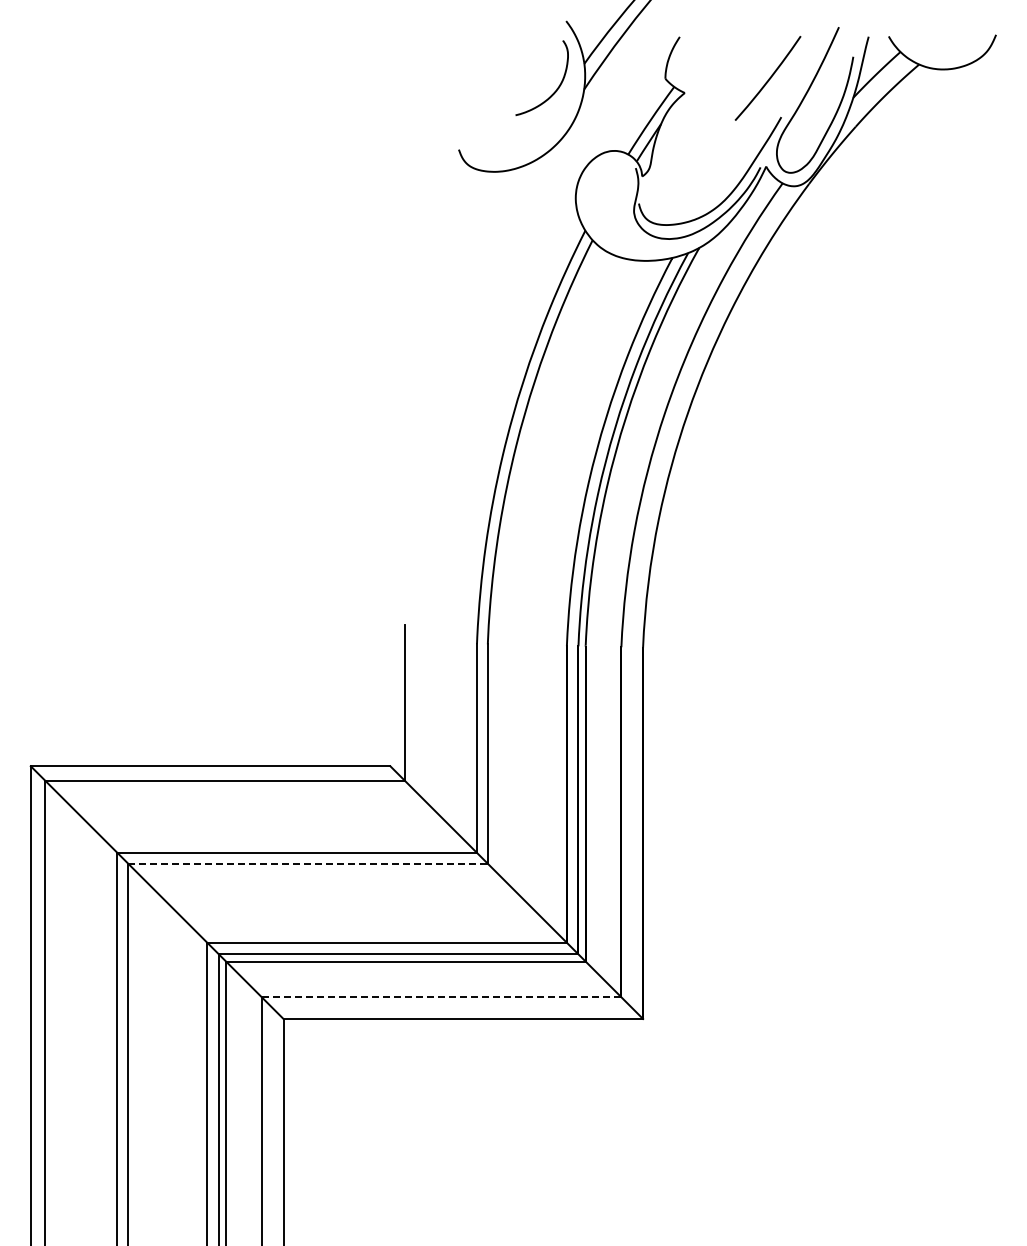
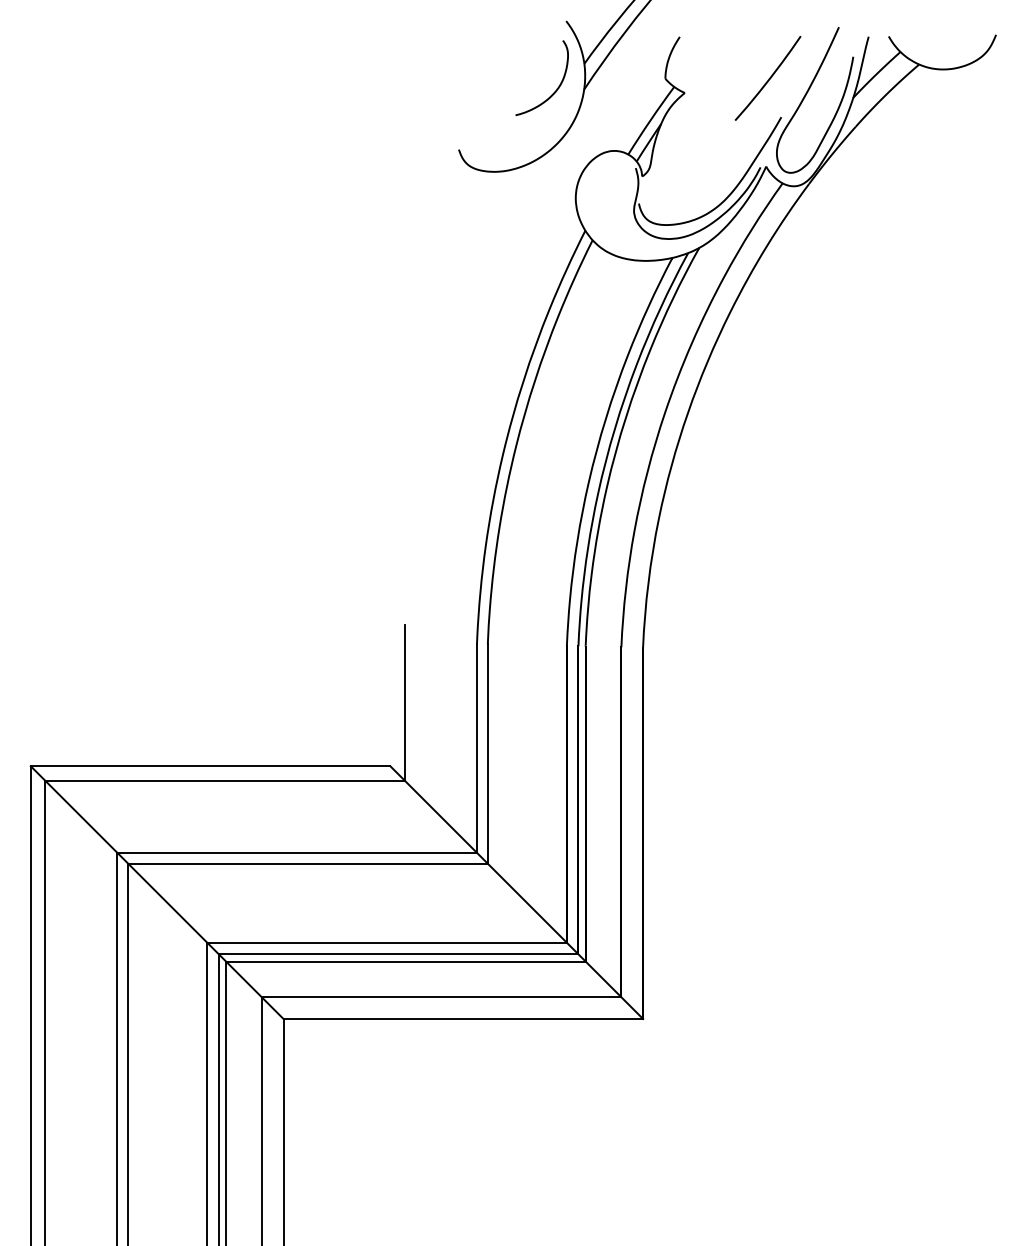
line at (308, 863): dashed -> solid
line at (441, 997): dashed -> solid
